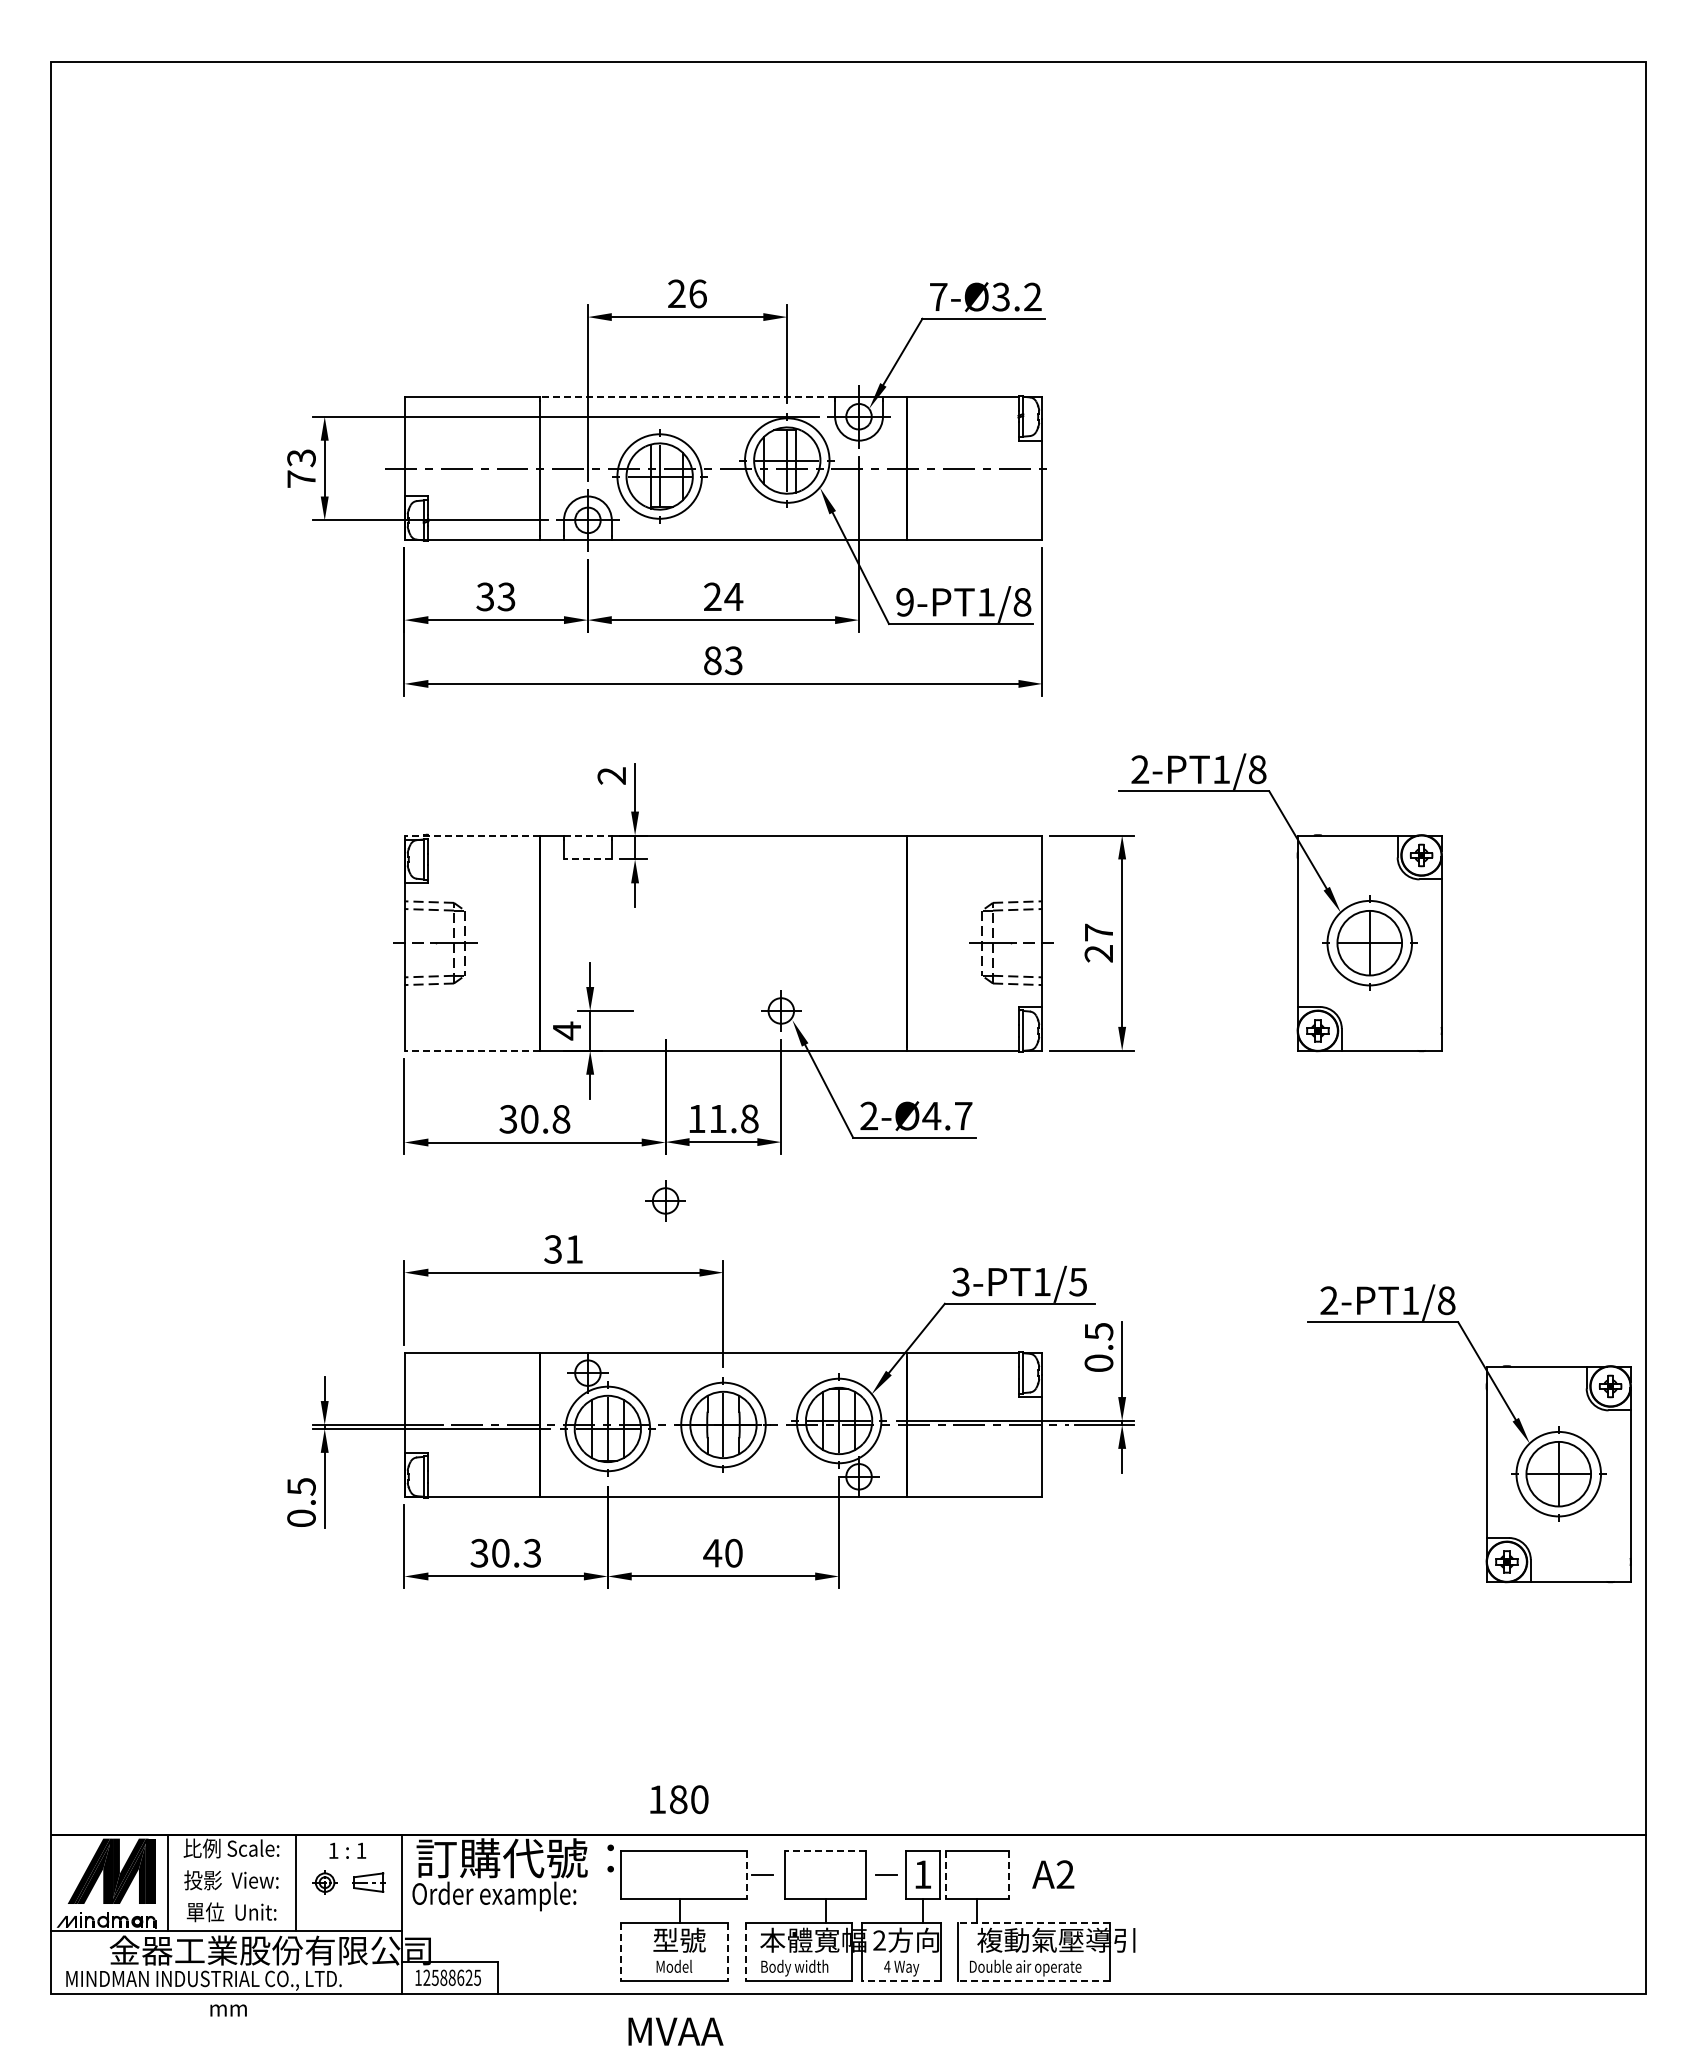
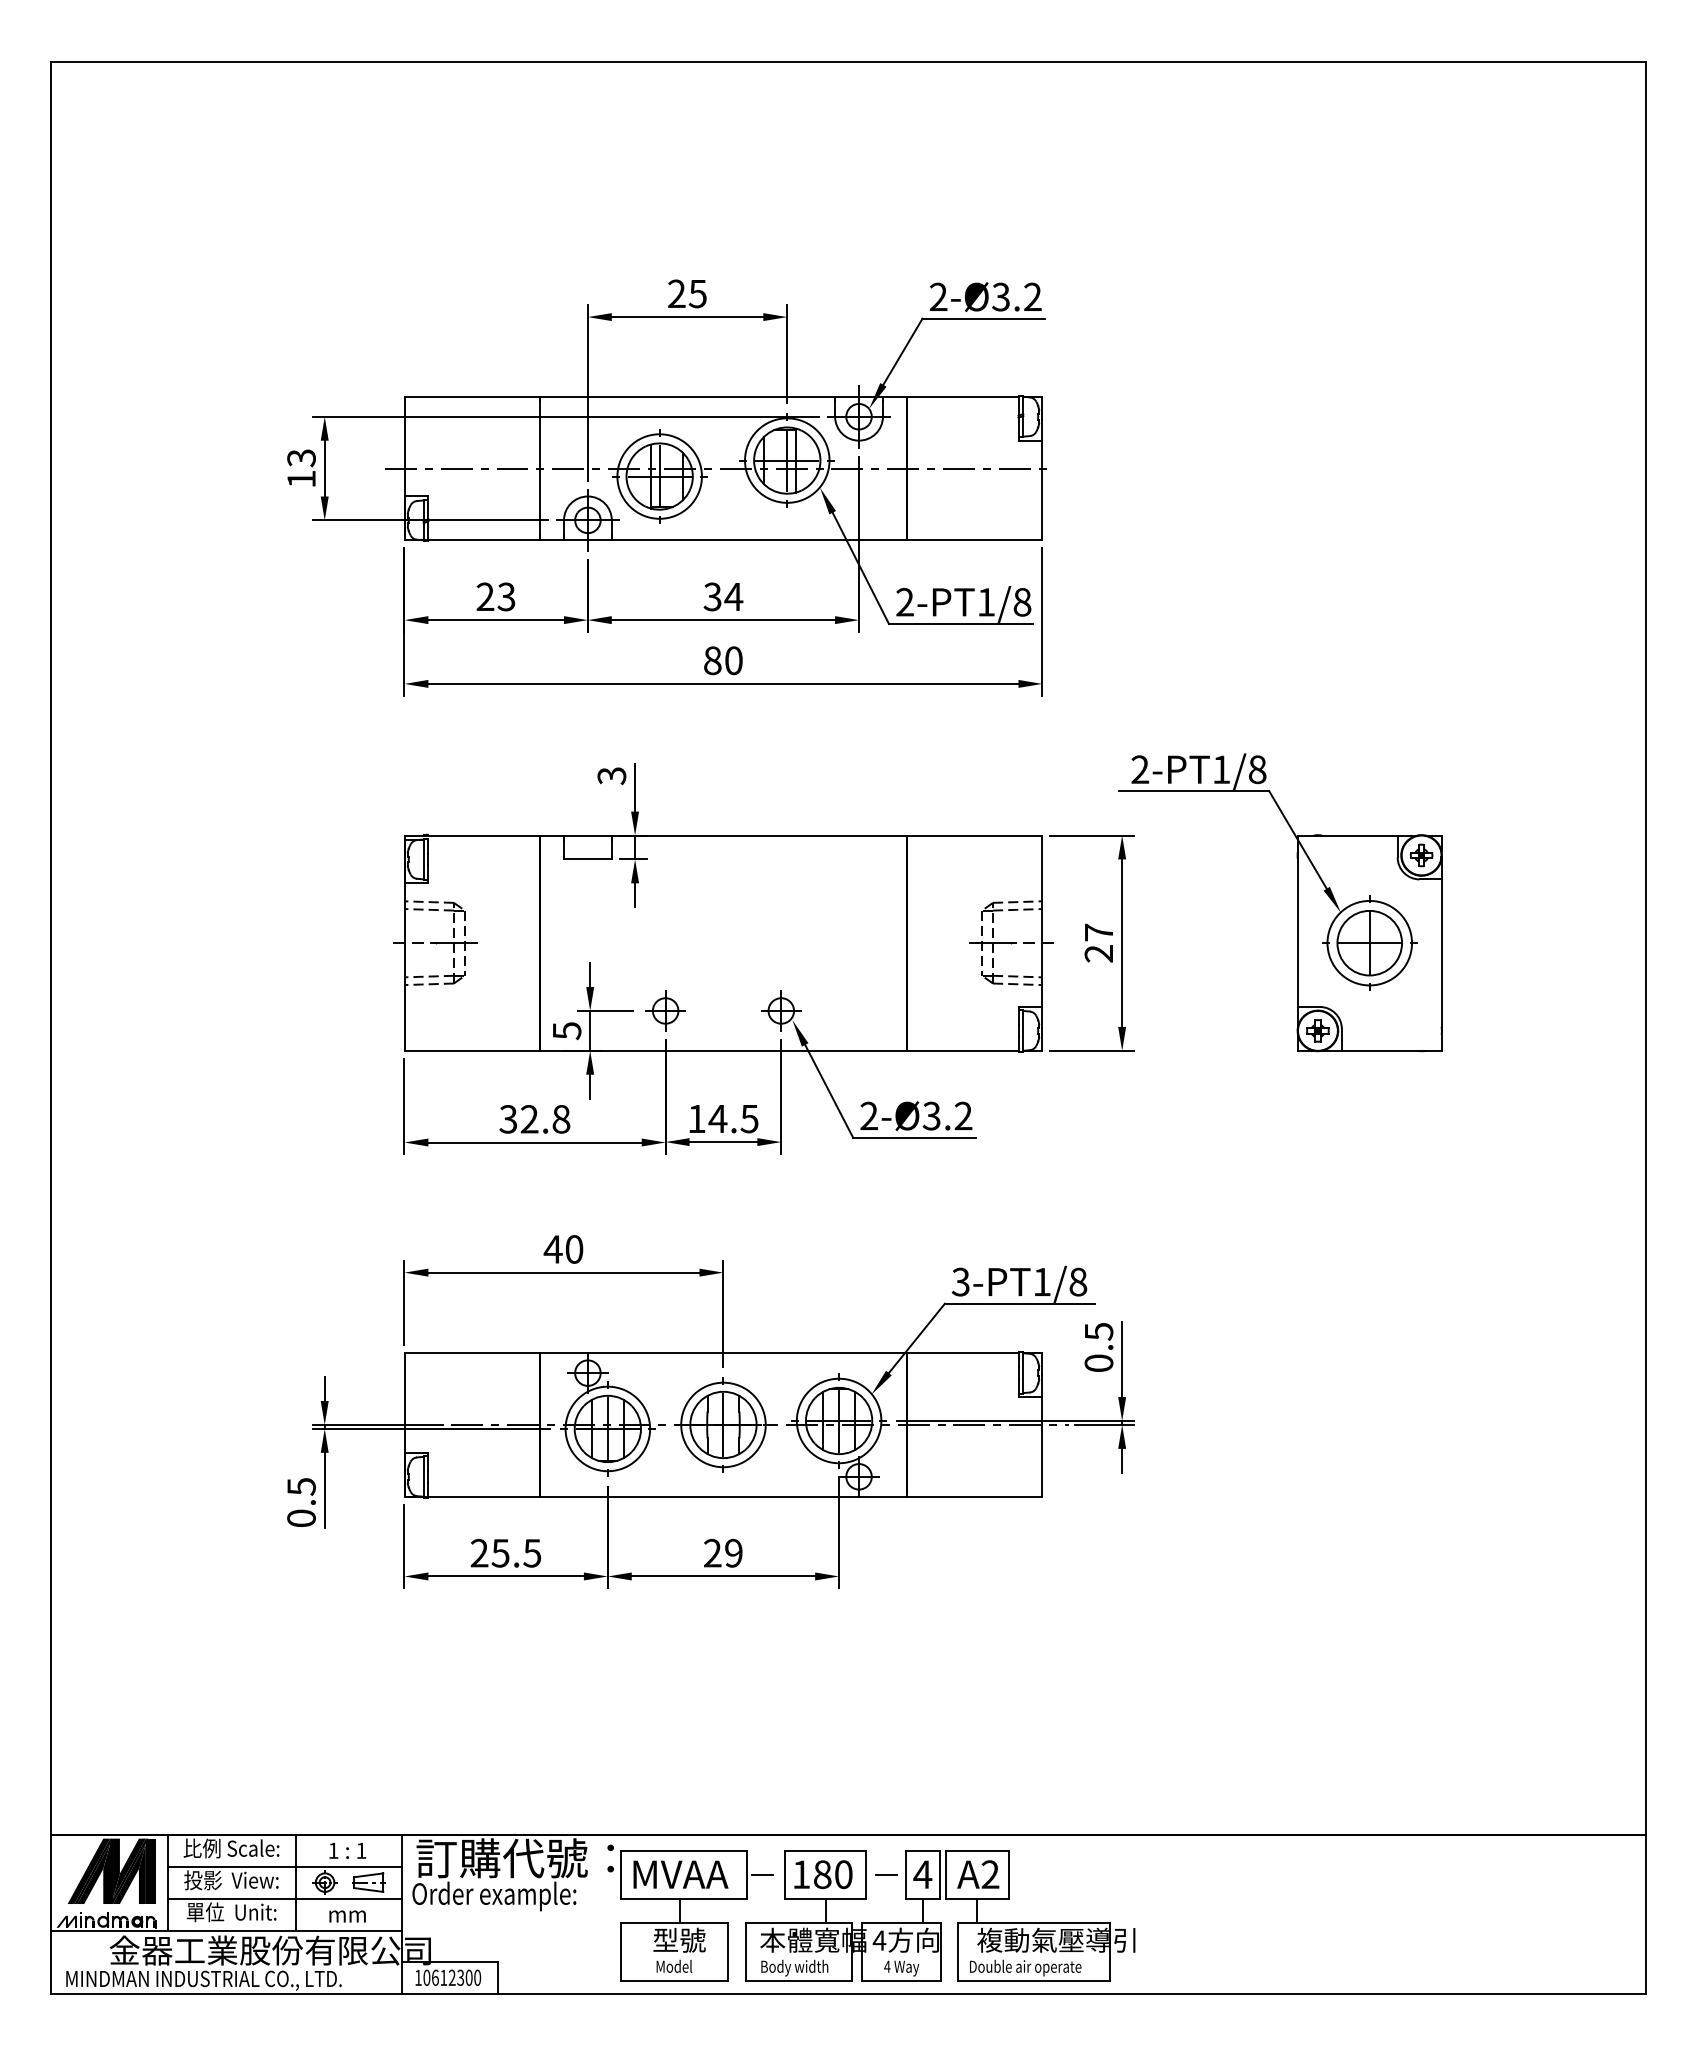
text at (697, 293): 26 -> 25
text at (938, 296): 7-Ø3.2 -> 2-Ø3.2
line at (687, 396): dashed -> solid
text at (301, 478): 73 -> 13
text at (485, 597): 33 -> 23
text at (712, 597): 24 -> 34
text at (904, 602): 9-PT1/8 -> 2-PT1/8
text at (733, 660): 83 -> 80
text at (612, 776): 2 -> 3
line at (472, 835): dashed -> solid
line at (587, 835): dashed -> solid
line at (587, 859): dashed -> solid
text at (567, 1030): 4 -> 5
line at (472, 1050): dashed -> solid
text at (947, 1115): 2-Ø4.7 -> 2-Ø3.2
text at (733, 1118): 11.8 -> 14.5
text at (529, 1119): 30.8 -> 32.8
part at (665, 1200) position: (665, 1200) -> (665, 1010)
text at (563, 1249): 31 -> 40
text at (1078, 1281): 3-PT1/5 -> 3-PT1/8
part at (1486, 1433): present -> none
text at (505, 1552): 30.3 -> 25.5
text at (722, 1552): 40 -> 29
text at (679, 1799) position: (679, 1799) -> (823, 1874)
line at (825, 1850): dashed -> solid
line at (284, 1866): none -> present
line at (746, 1874): dashed -> solid
text at (922, 1874): 1 -> 4
line at (945, 1874): dashed -> solid
line at (1008, 1874): dashed -> solid
text at (1053, 1874) position: (1053, 1874) -> (978, 1874)
line at (284, 1898): none -> present
line at (1033, 1922): dashed -> solid
text at (879, 1940): 2 -> 4
line at (621, 1952): dashed -> solid
line at (727, 1952): dashed -> solid
line at (745, 1952): dashed -> solid
text at (452, 1977): 12588625 -> 10612300
line at (901, 1981): dashed -> solid
line at (1033, 1981): dashed -> solid
text at (228, 2010) position: (228, 2010) -> (347, 1916)
text at (675, 2031) position: (675, 2031) -> (680, 1874)
